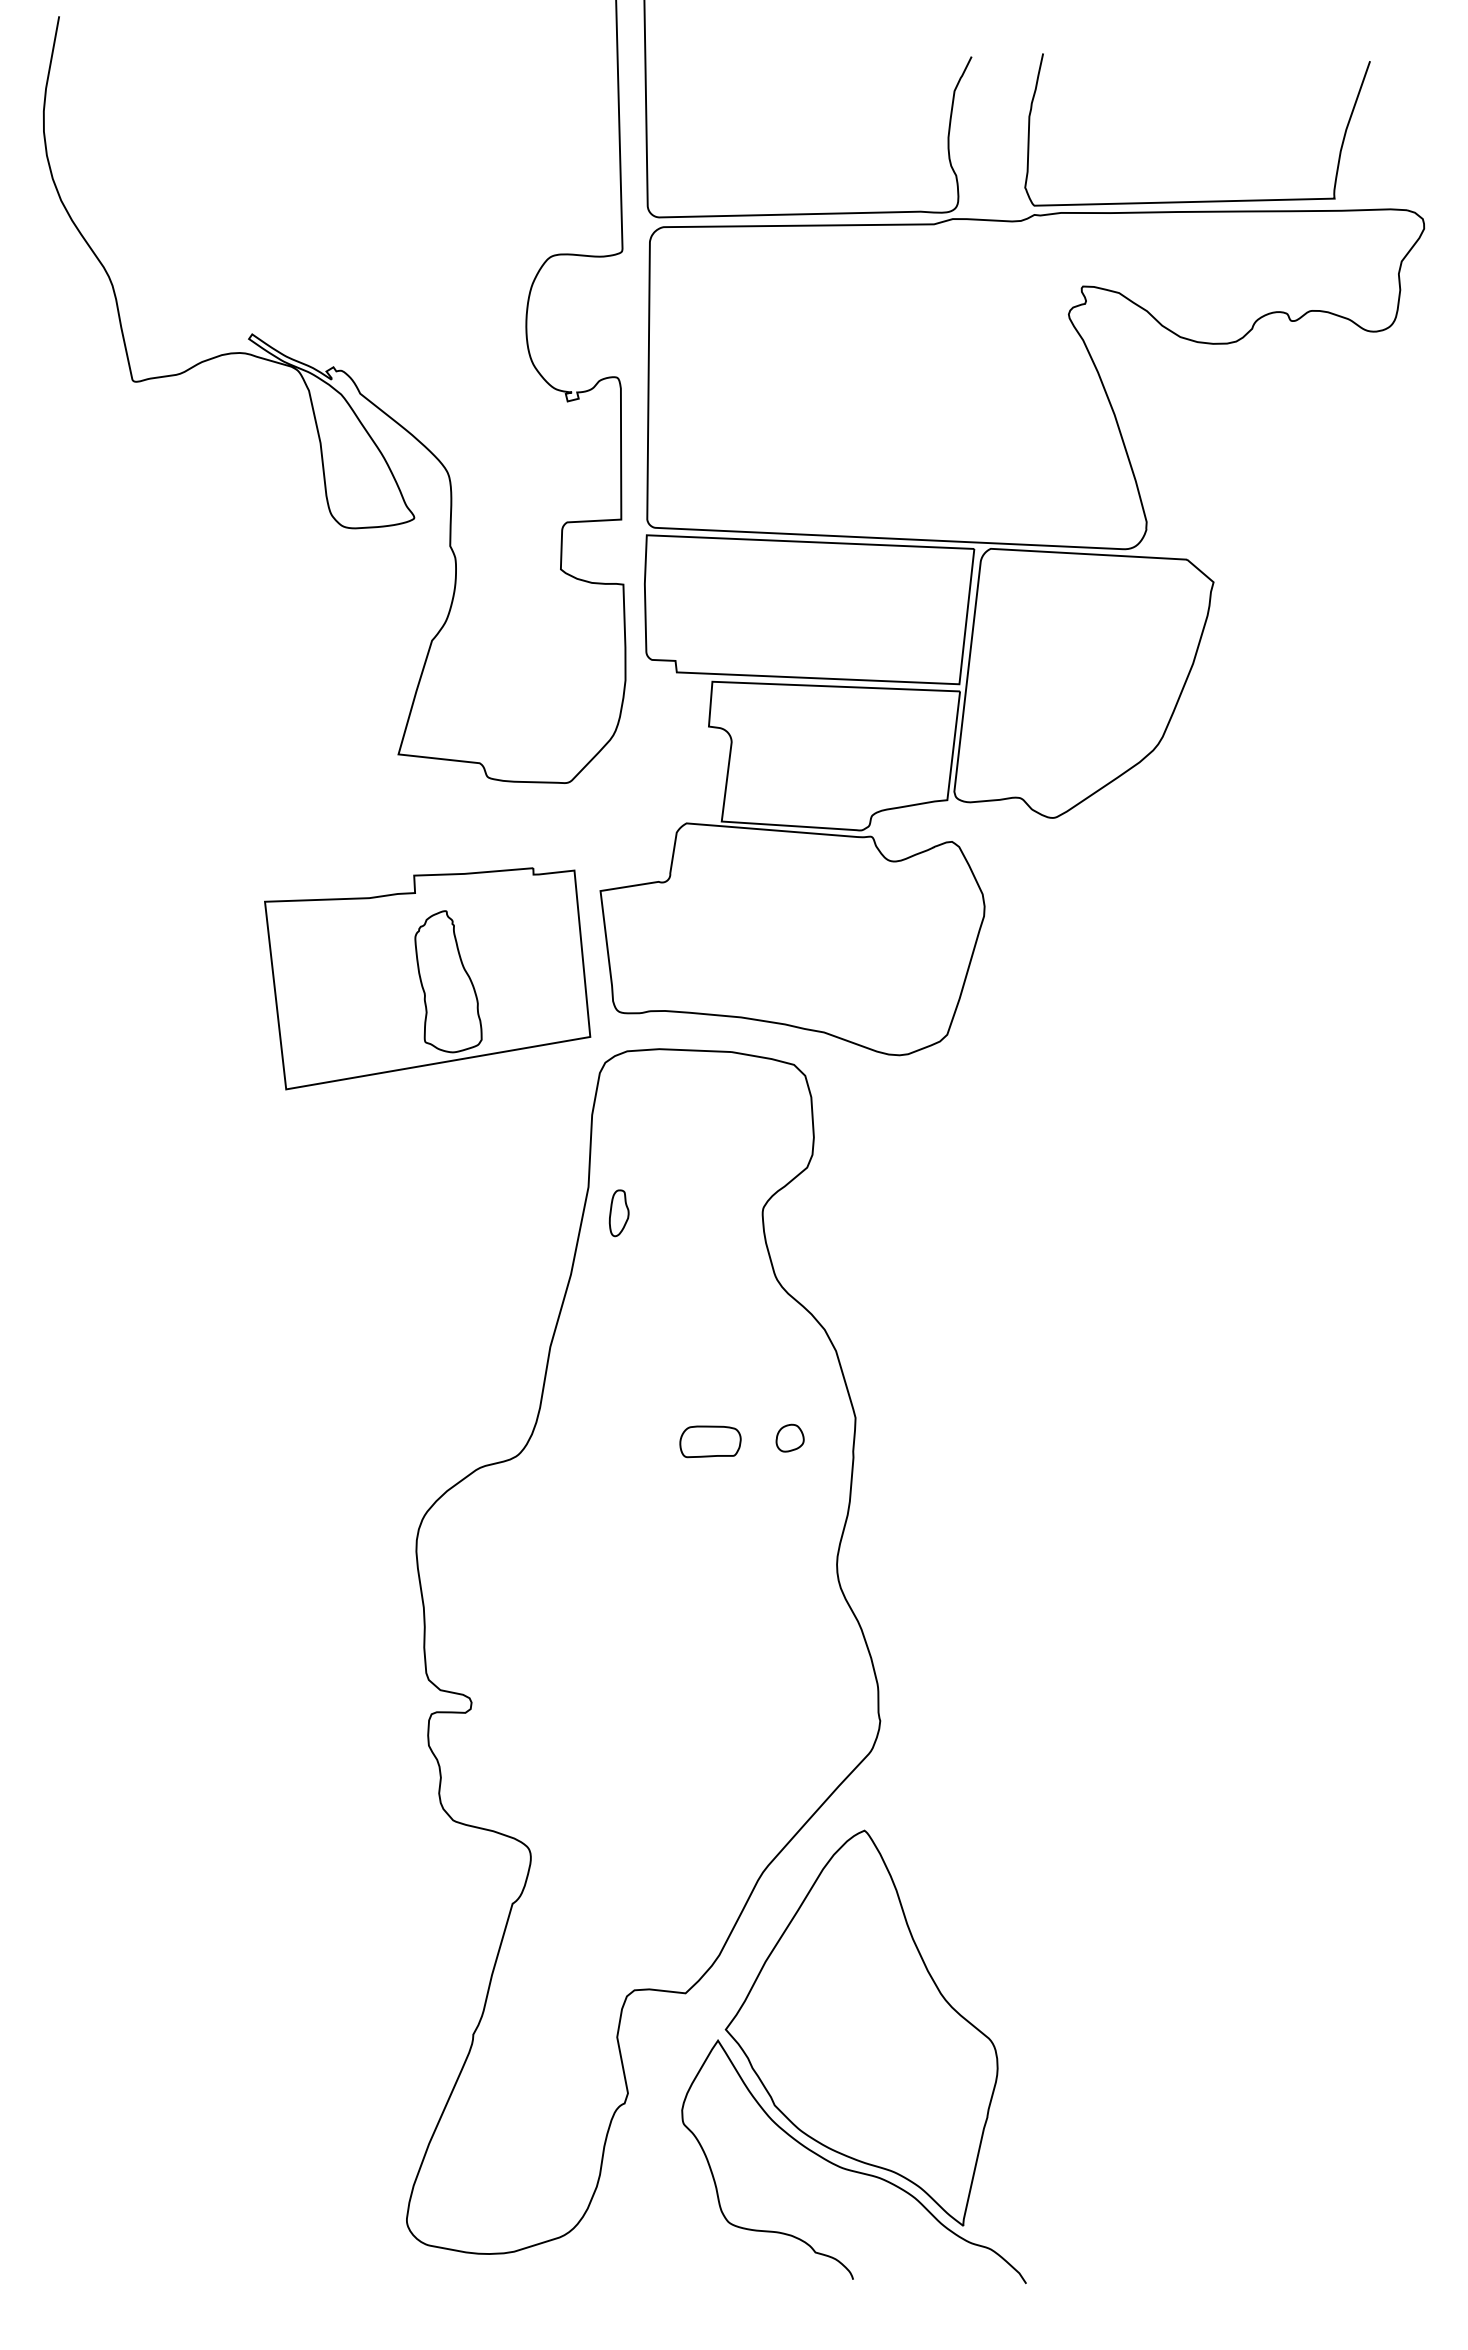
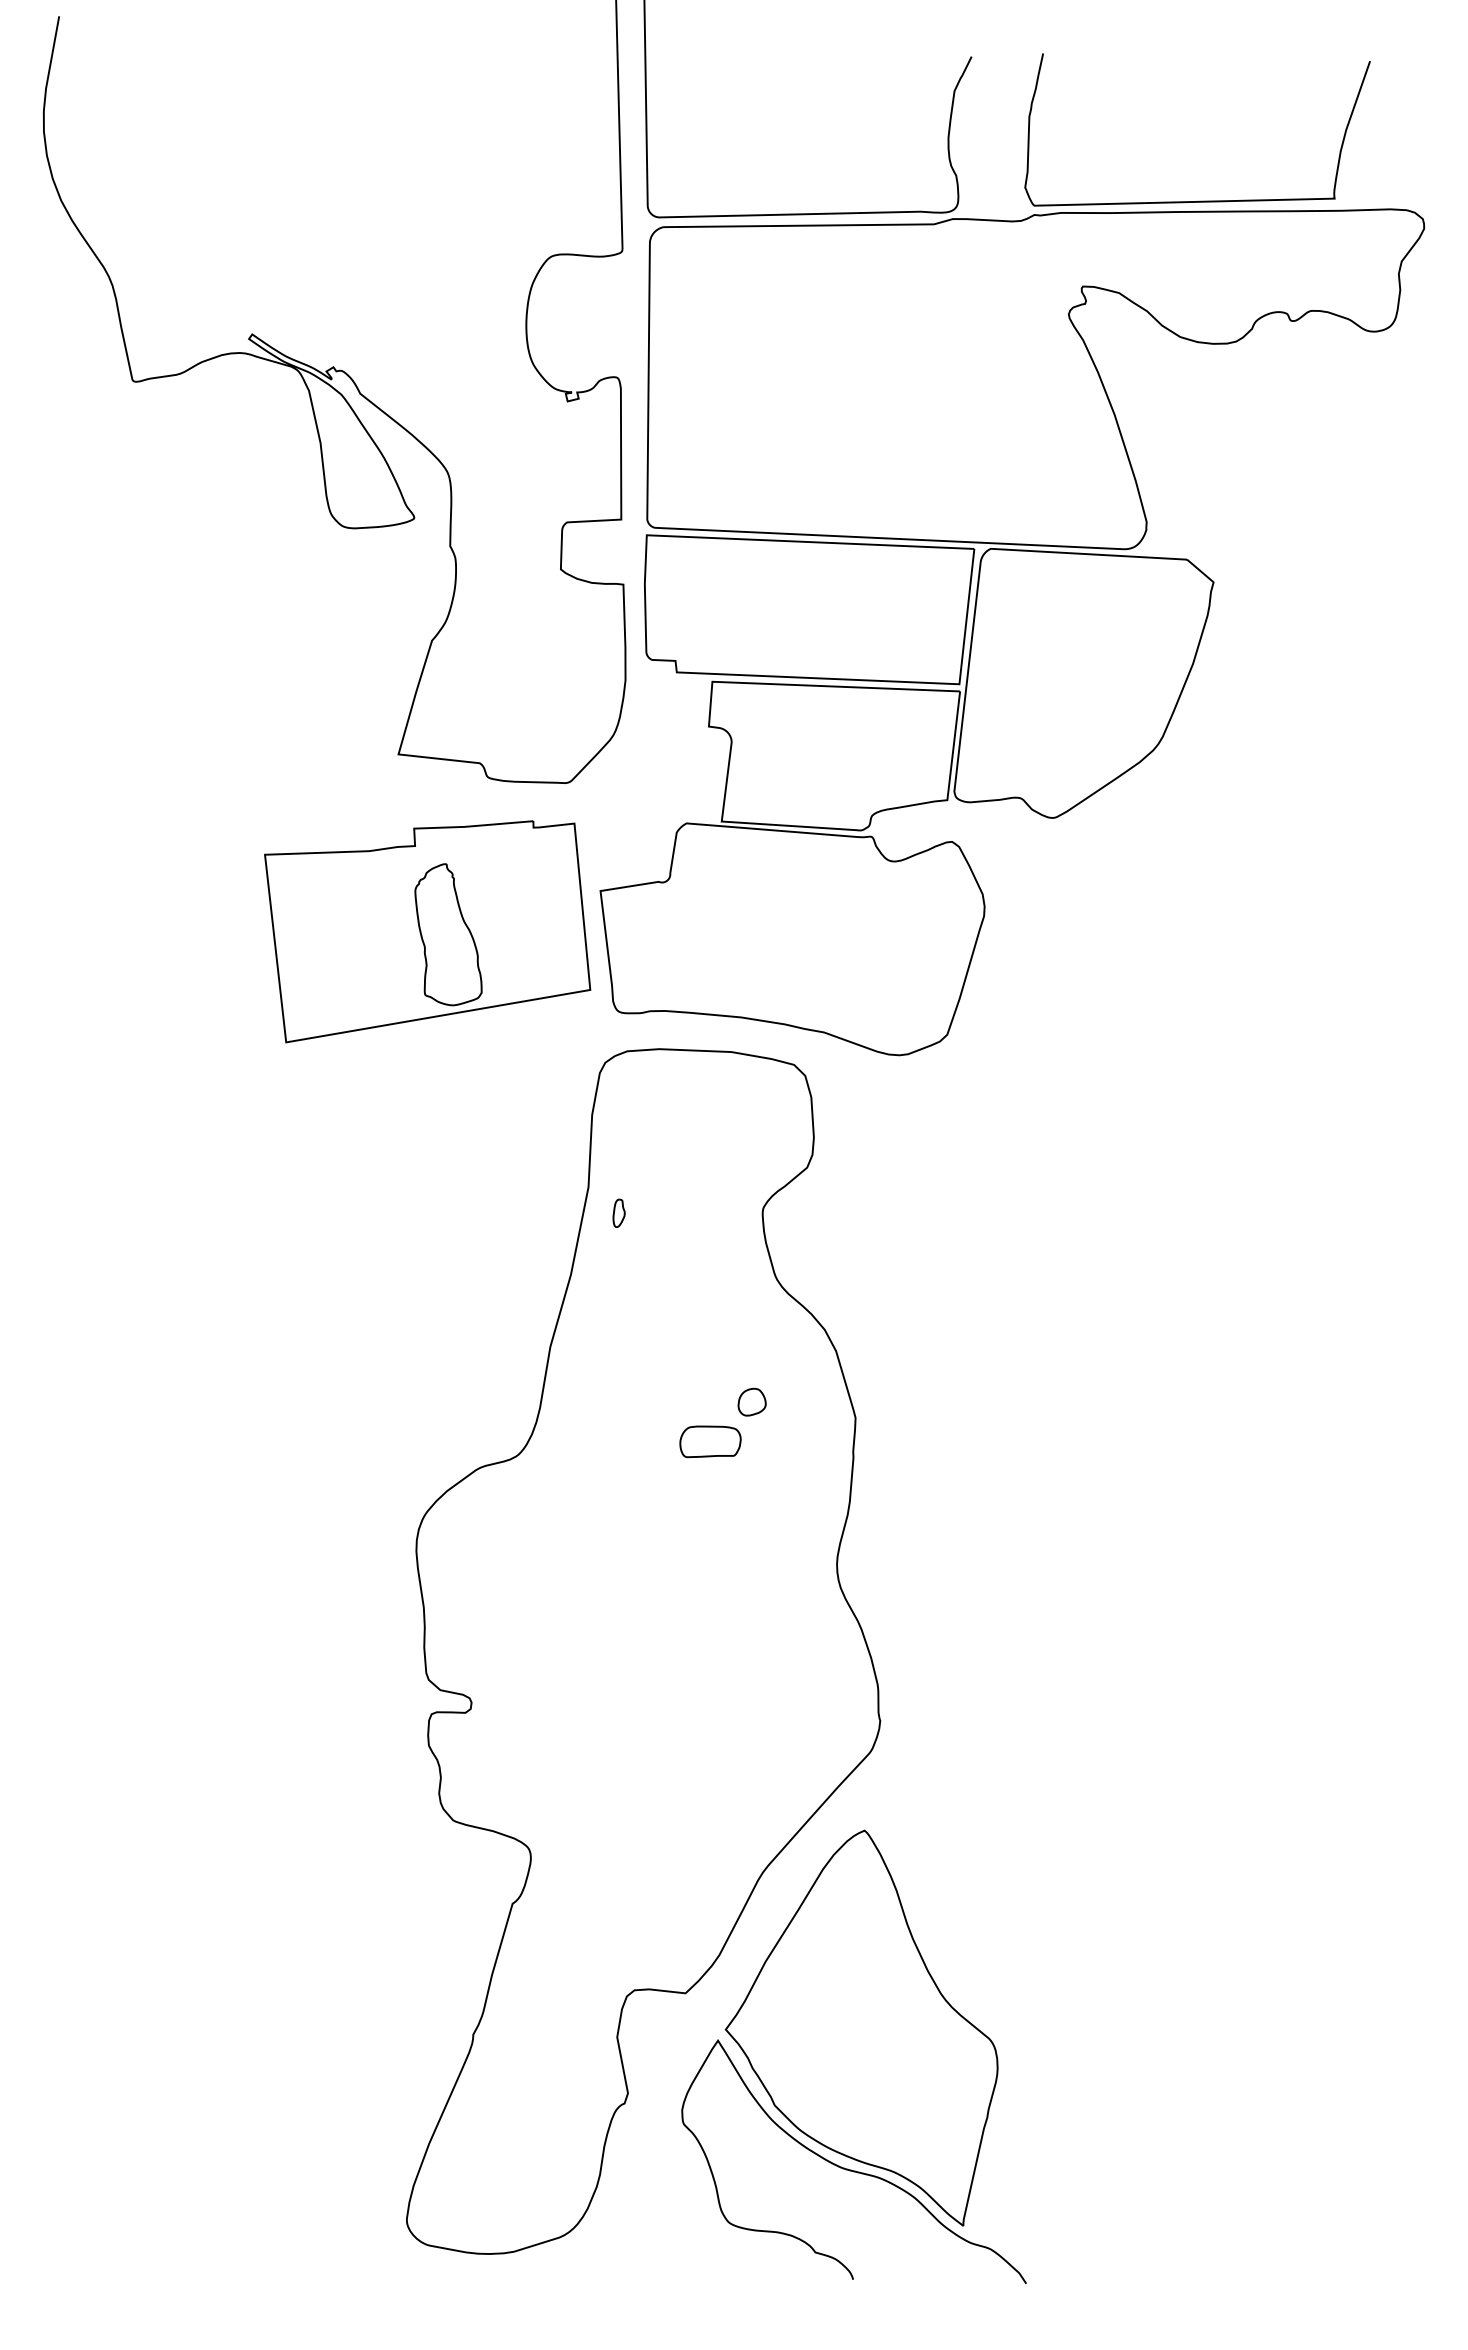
part at (427, 978) position: (427, 978) -> (427, 931)
part at (618, 1213) size: 22x49 px -> 14x30 px
part at (789, 1437) position: (789, 1437) -> (751, 1401)
